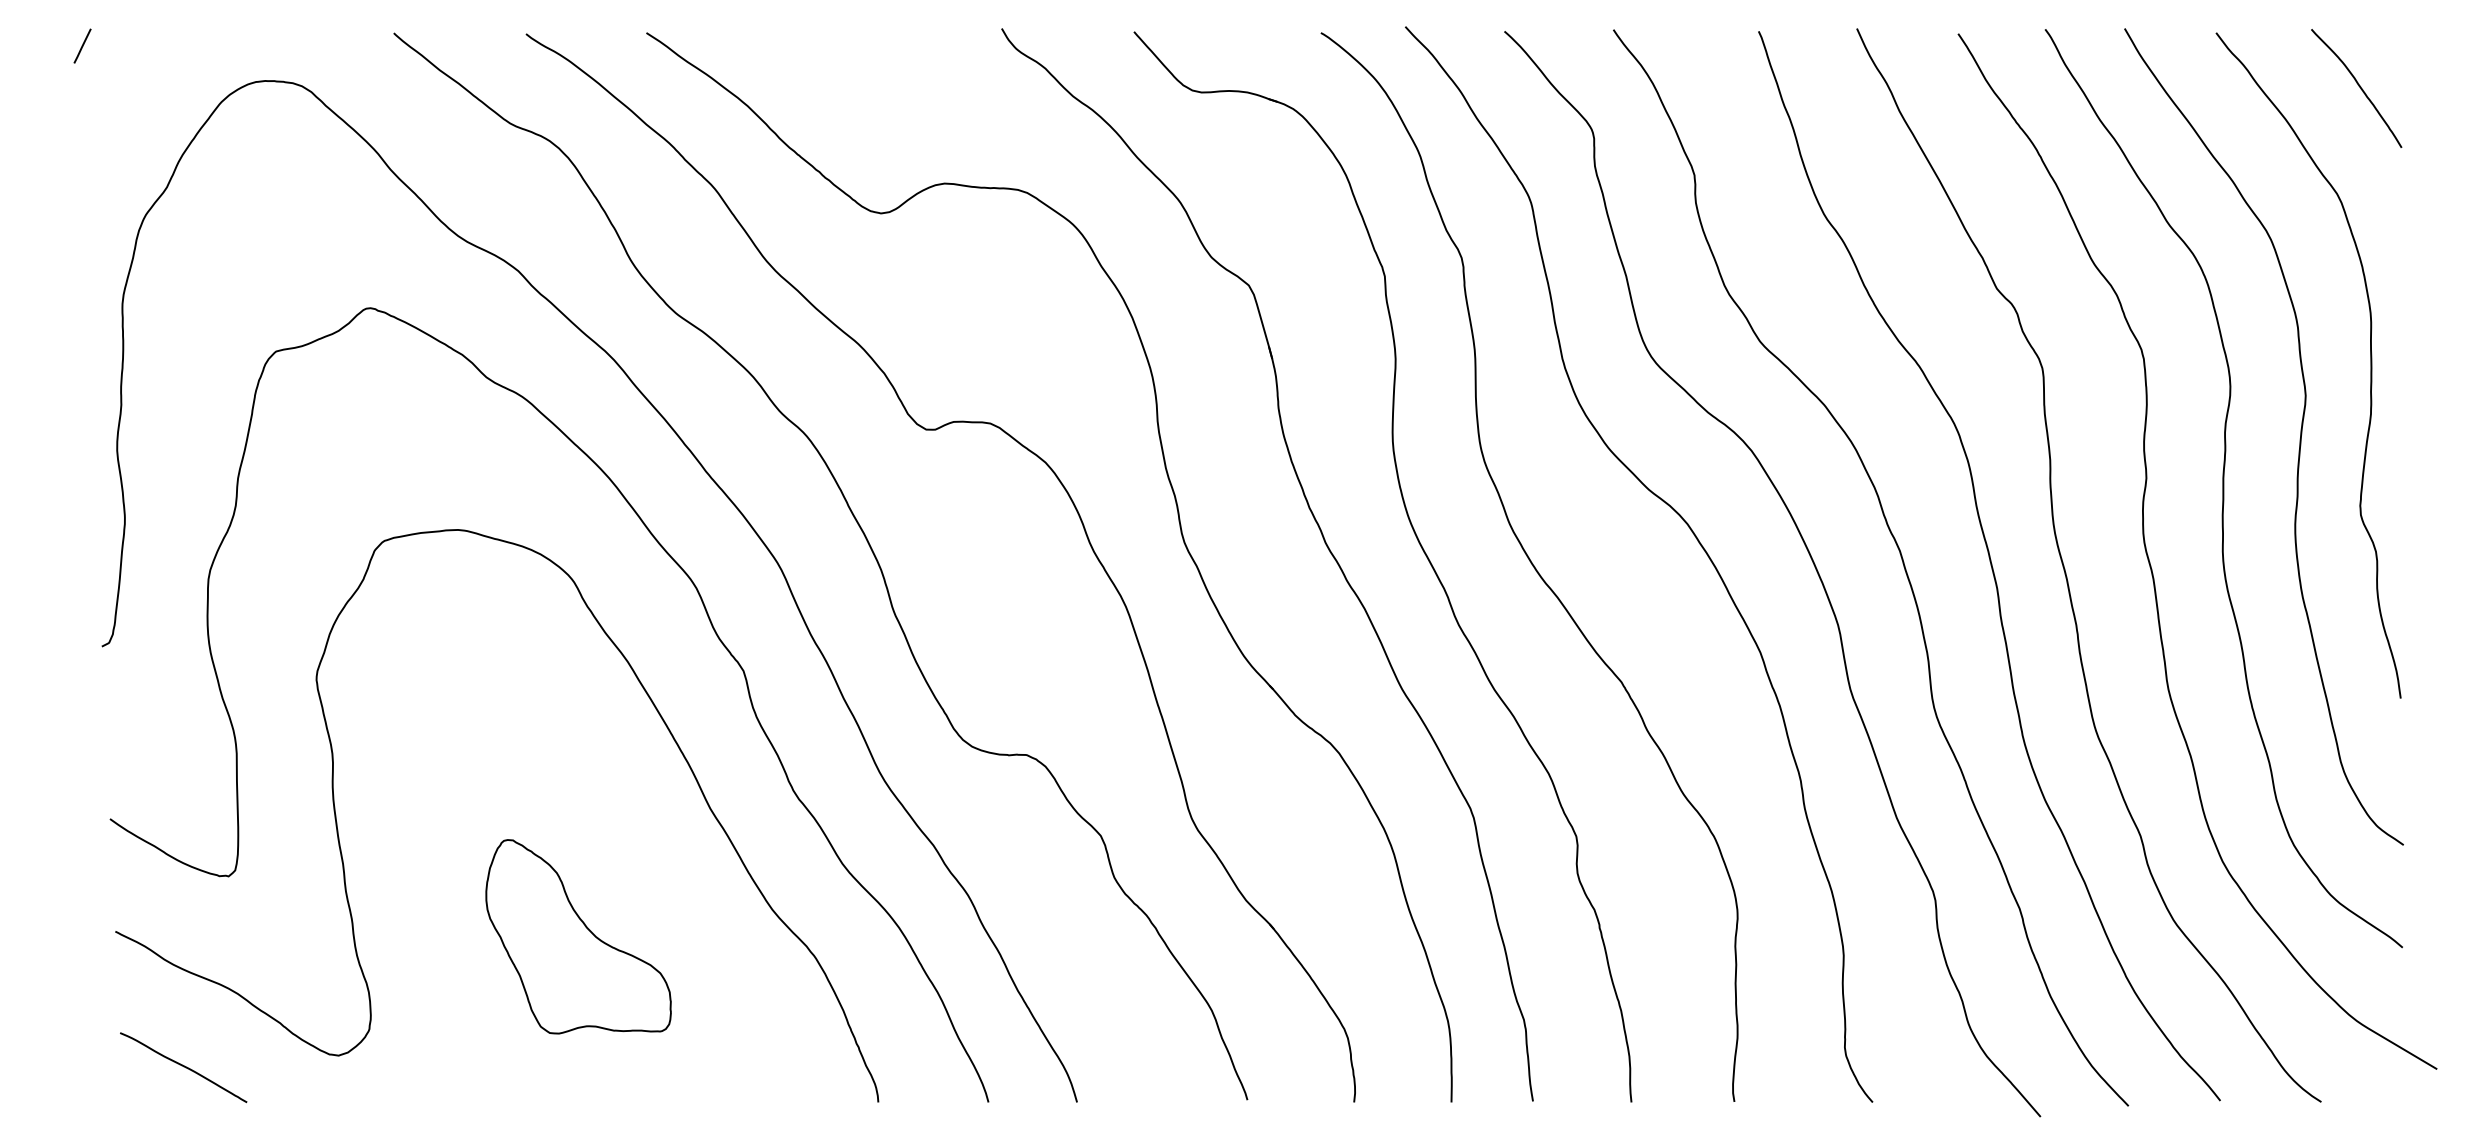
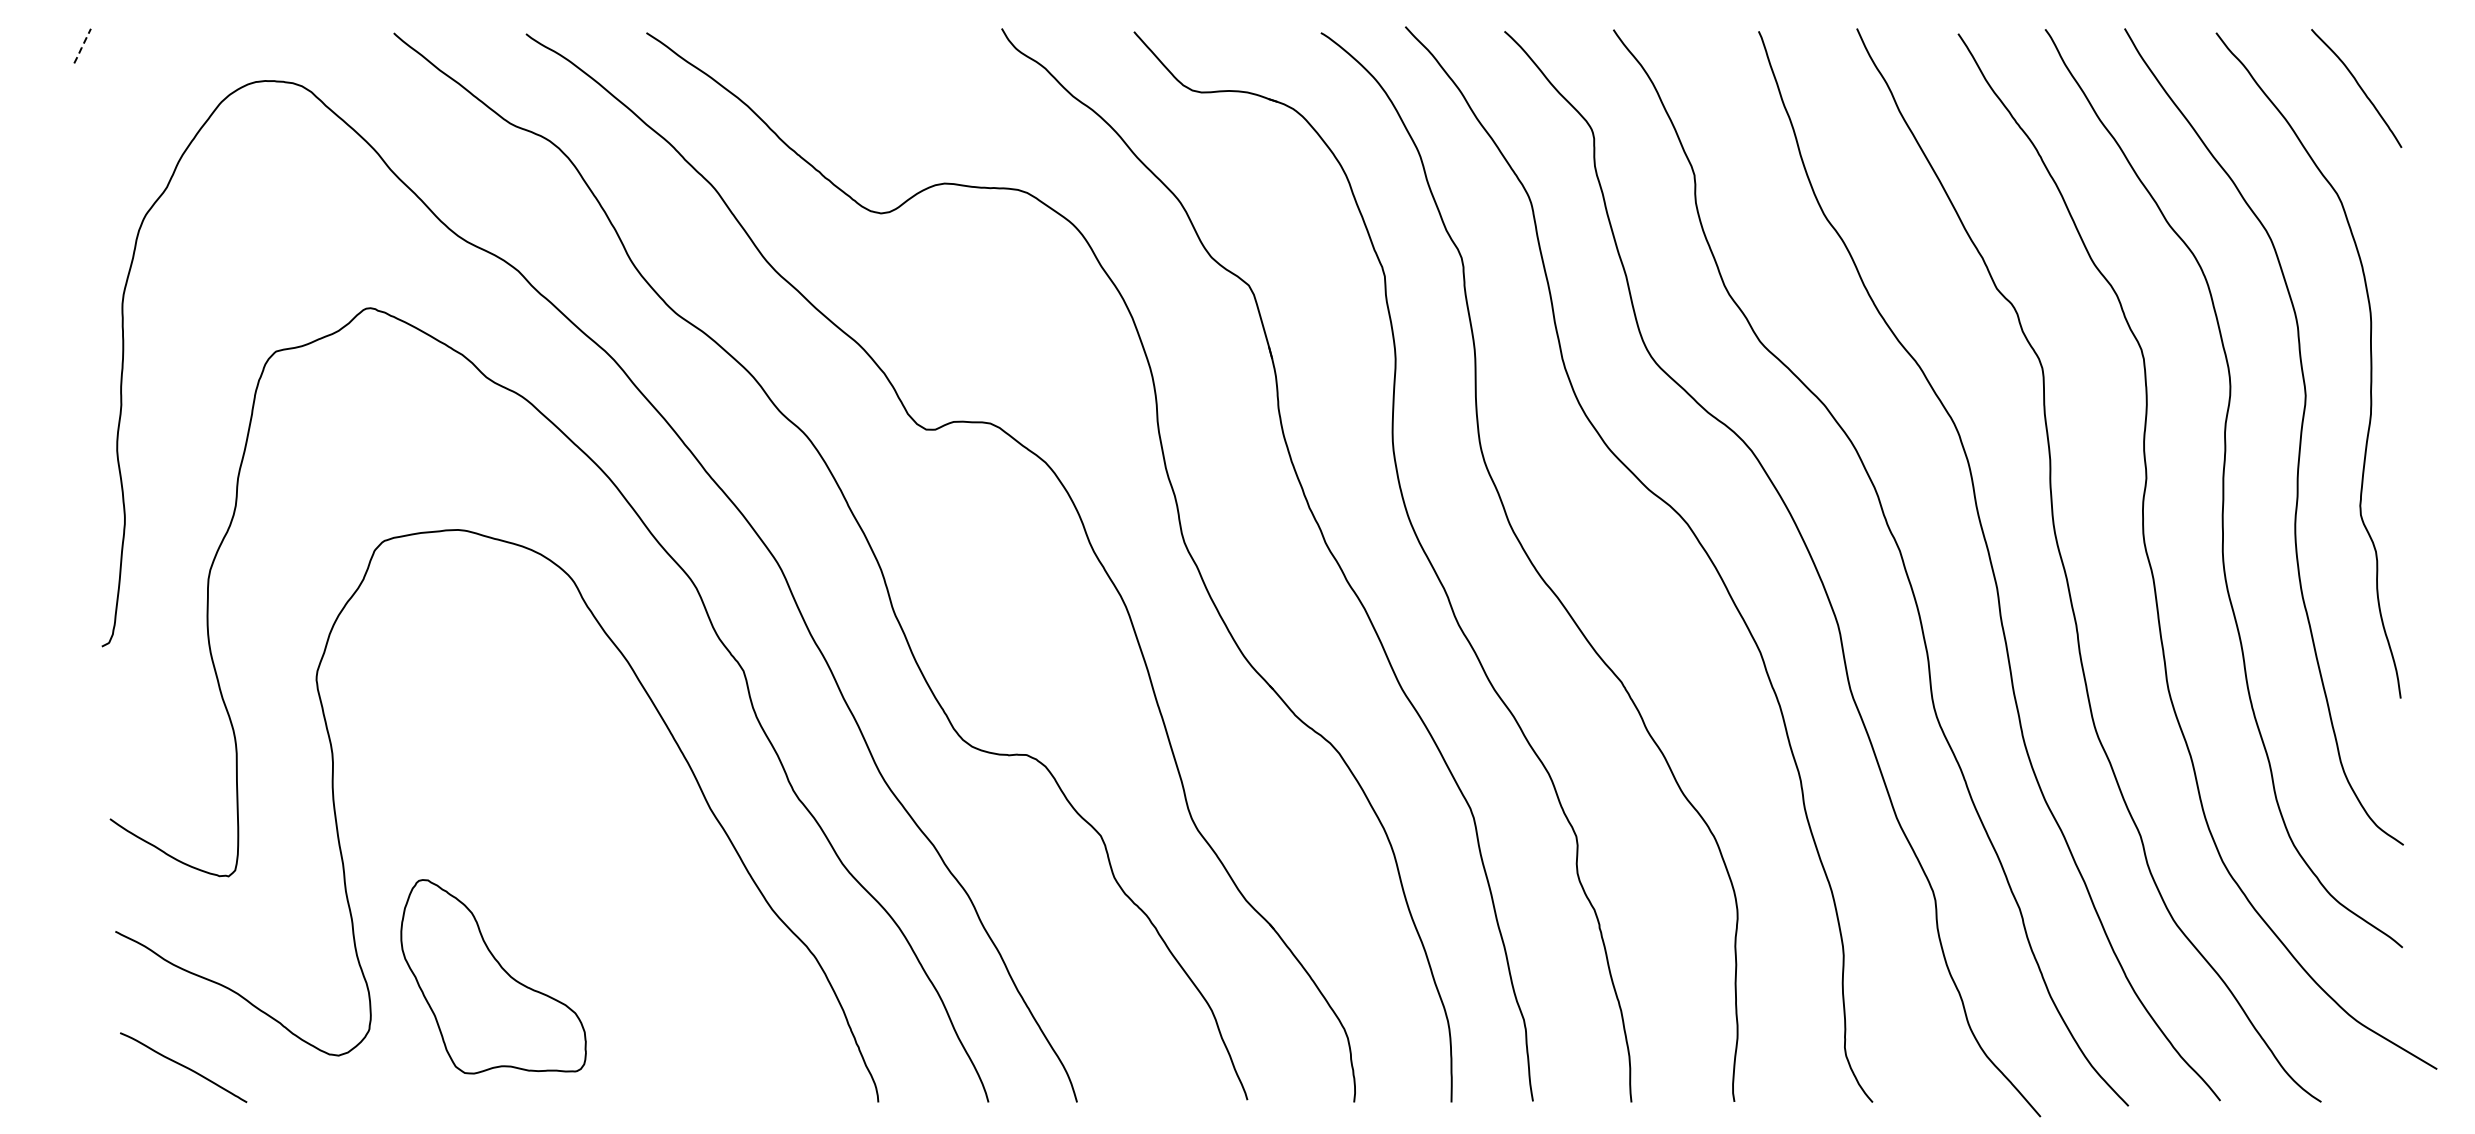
line at (82, 46): solid -> dashed
part at (578, 936) position: (578, 936) -> (493, 976)
